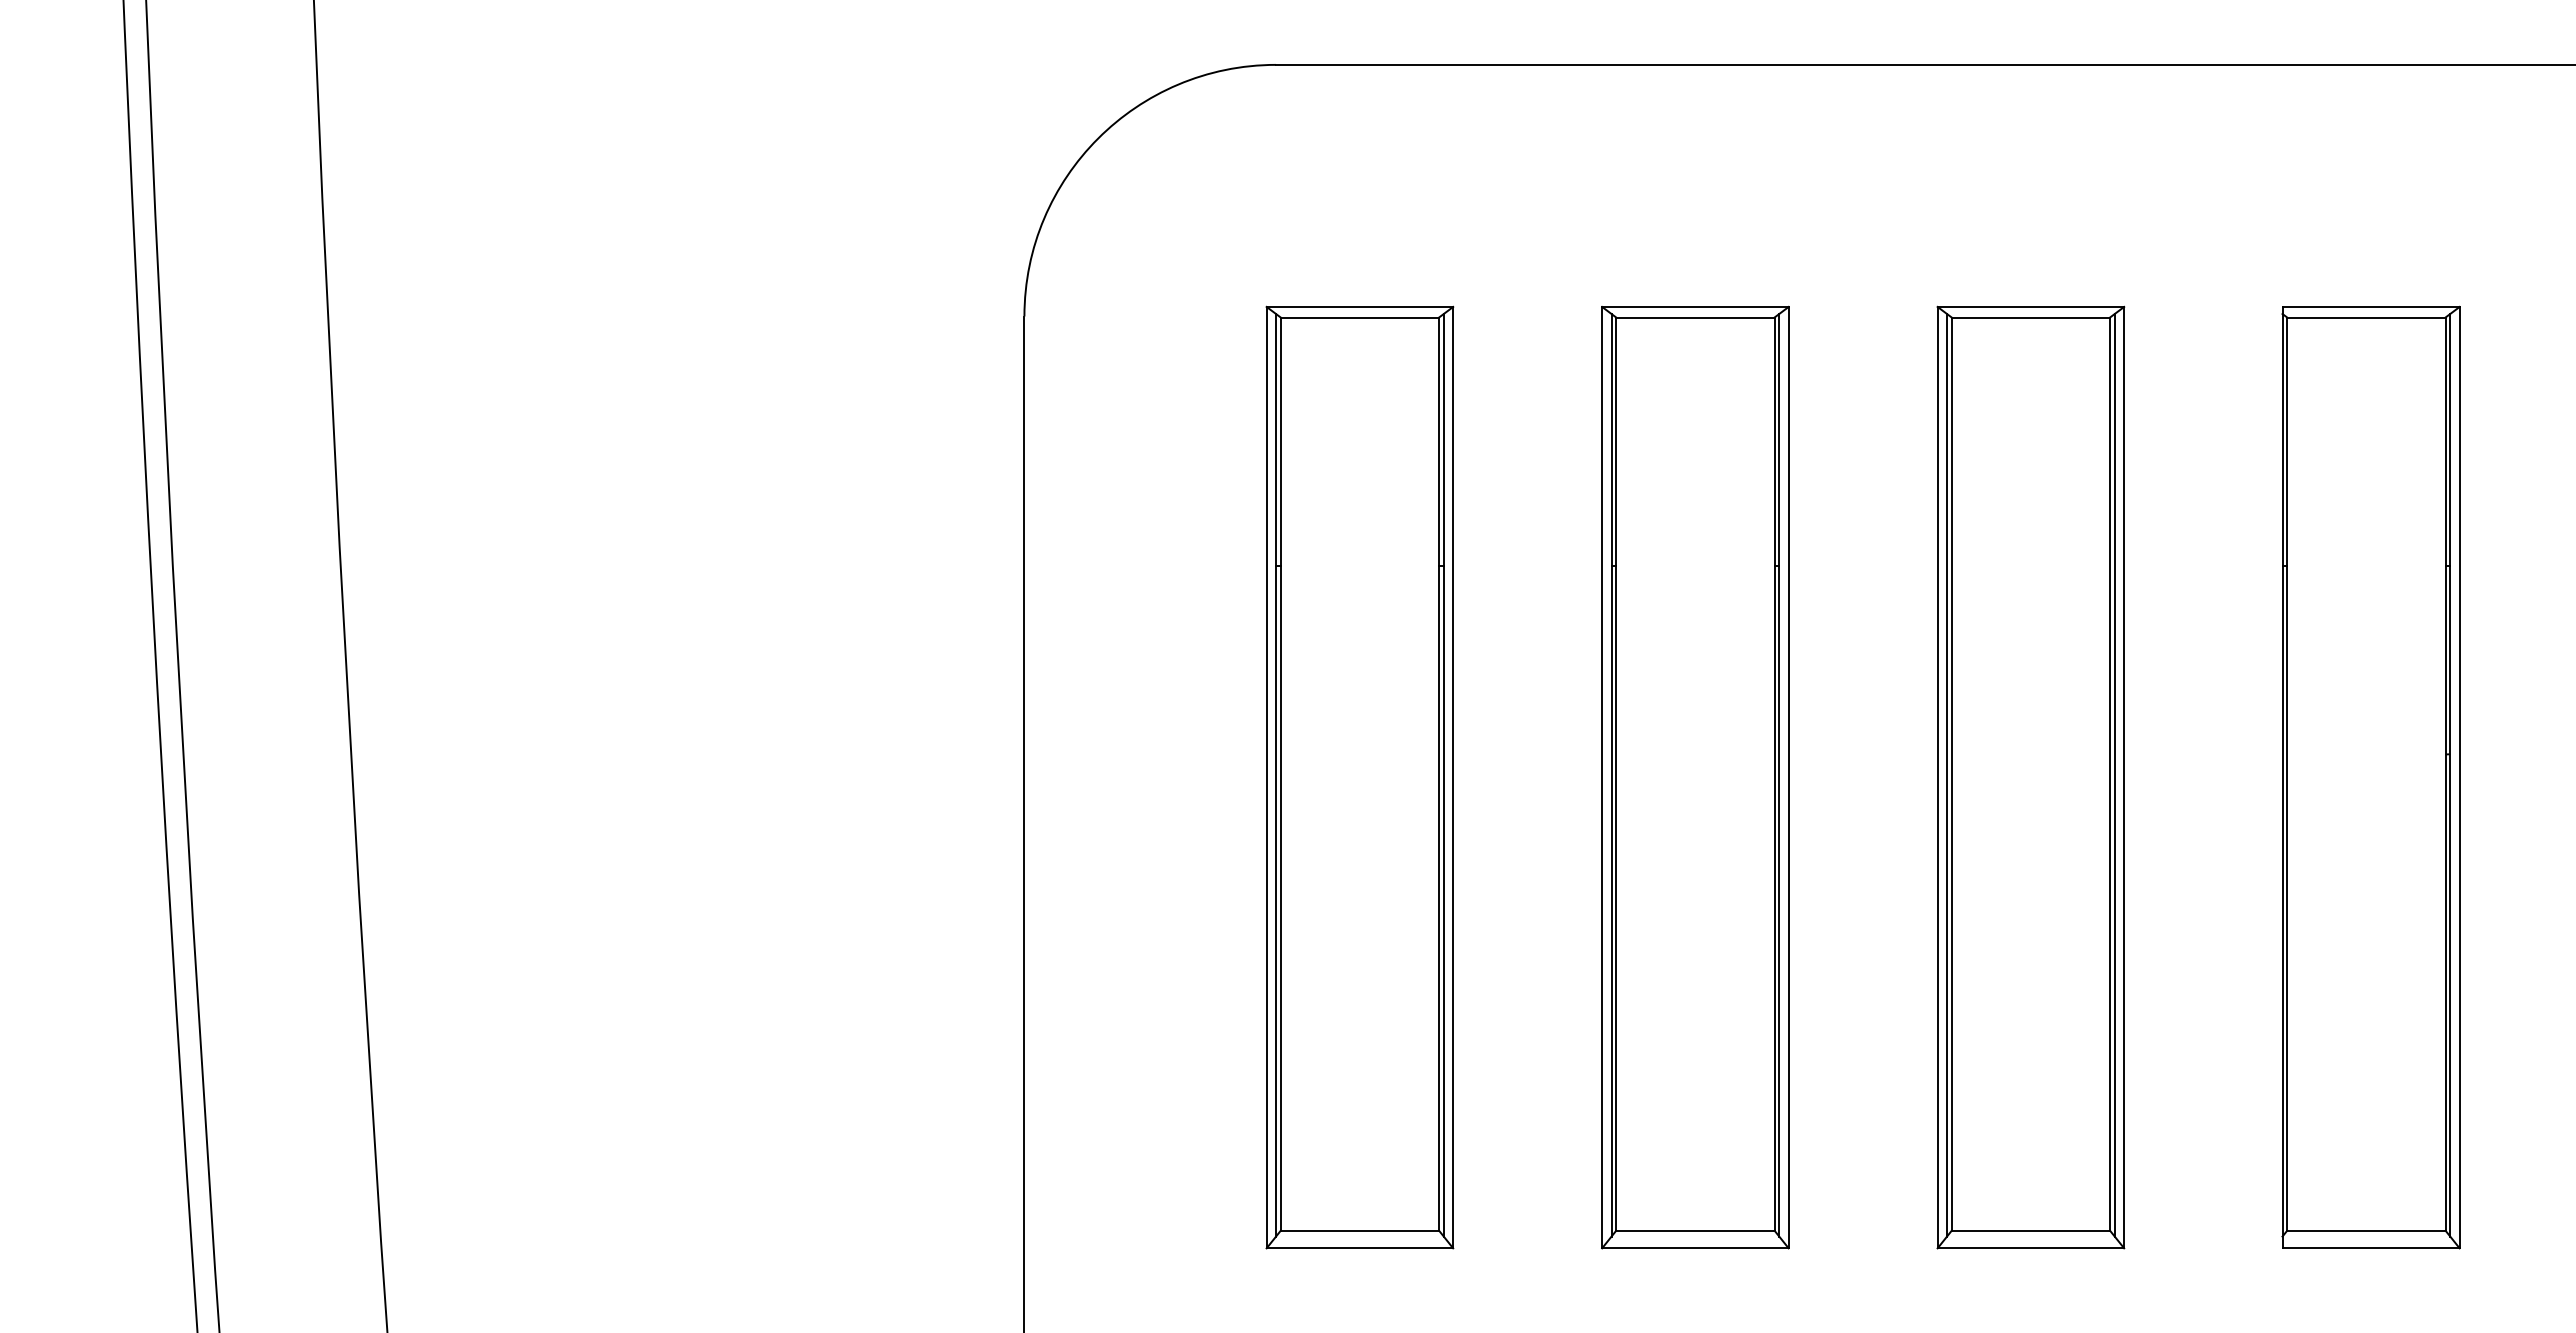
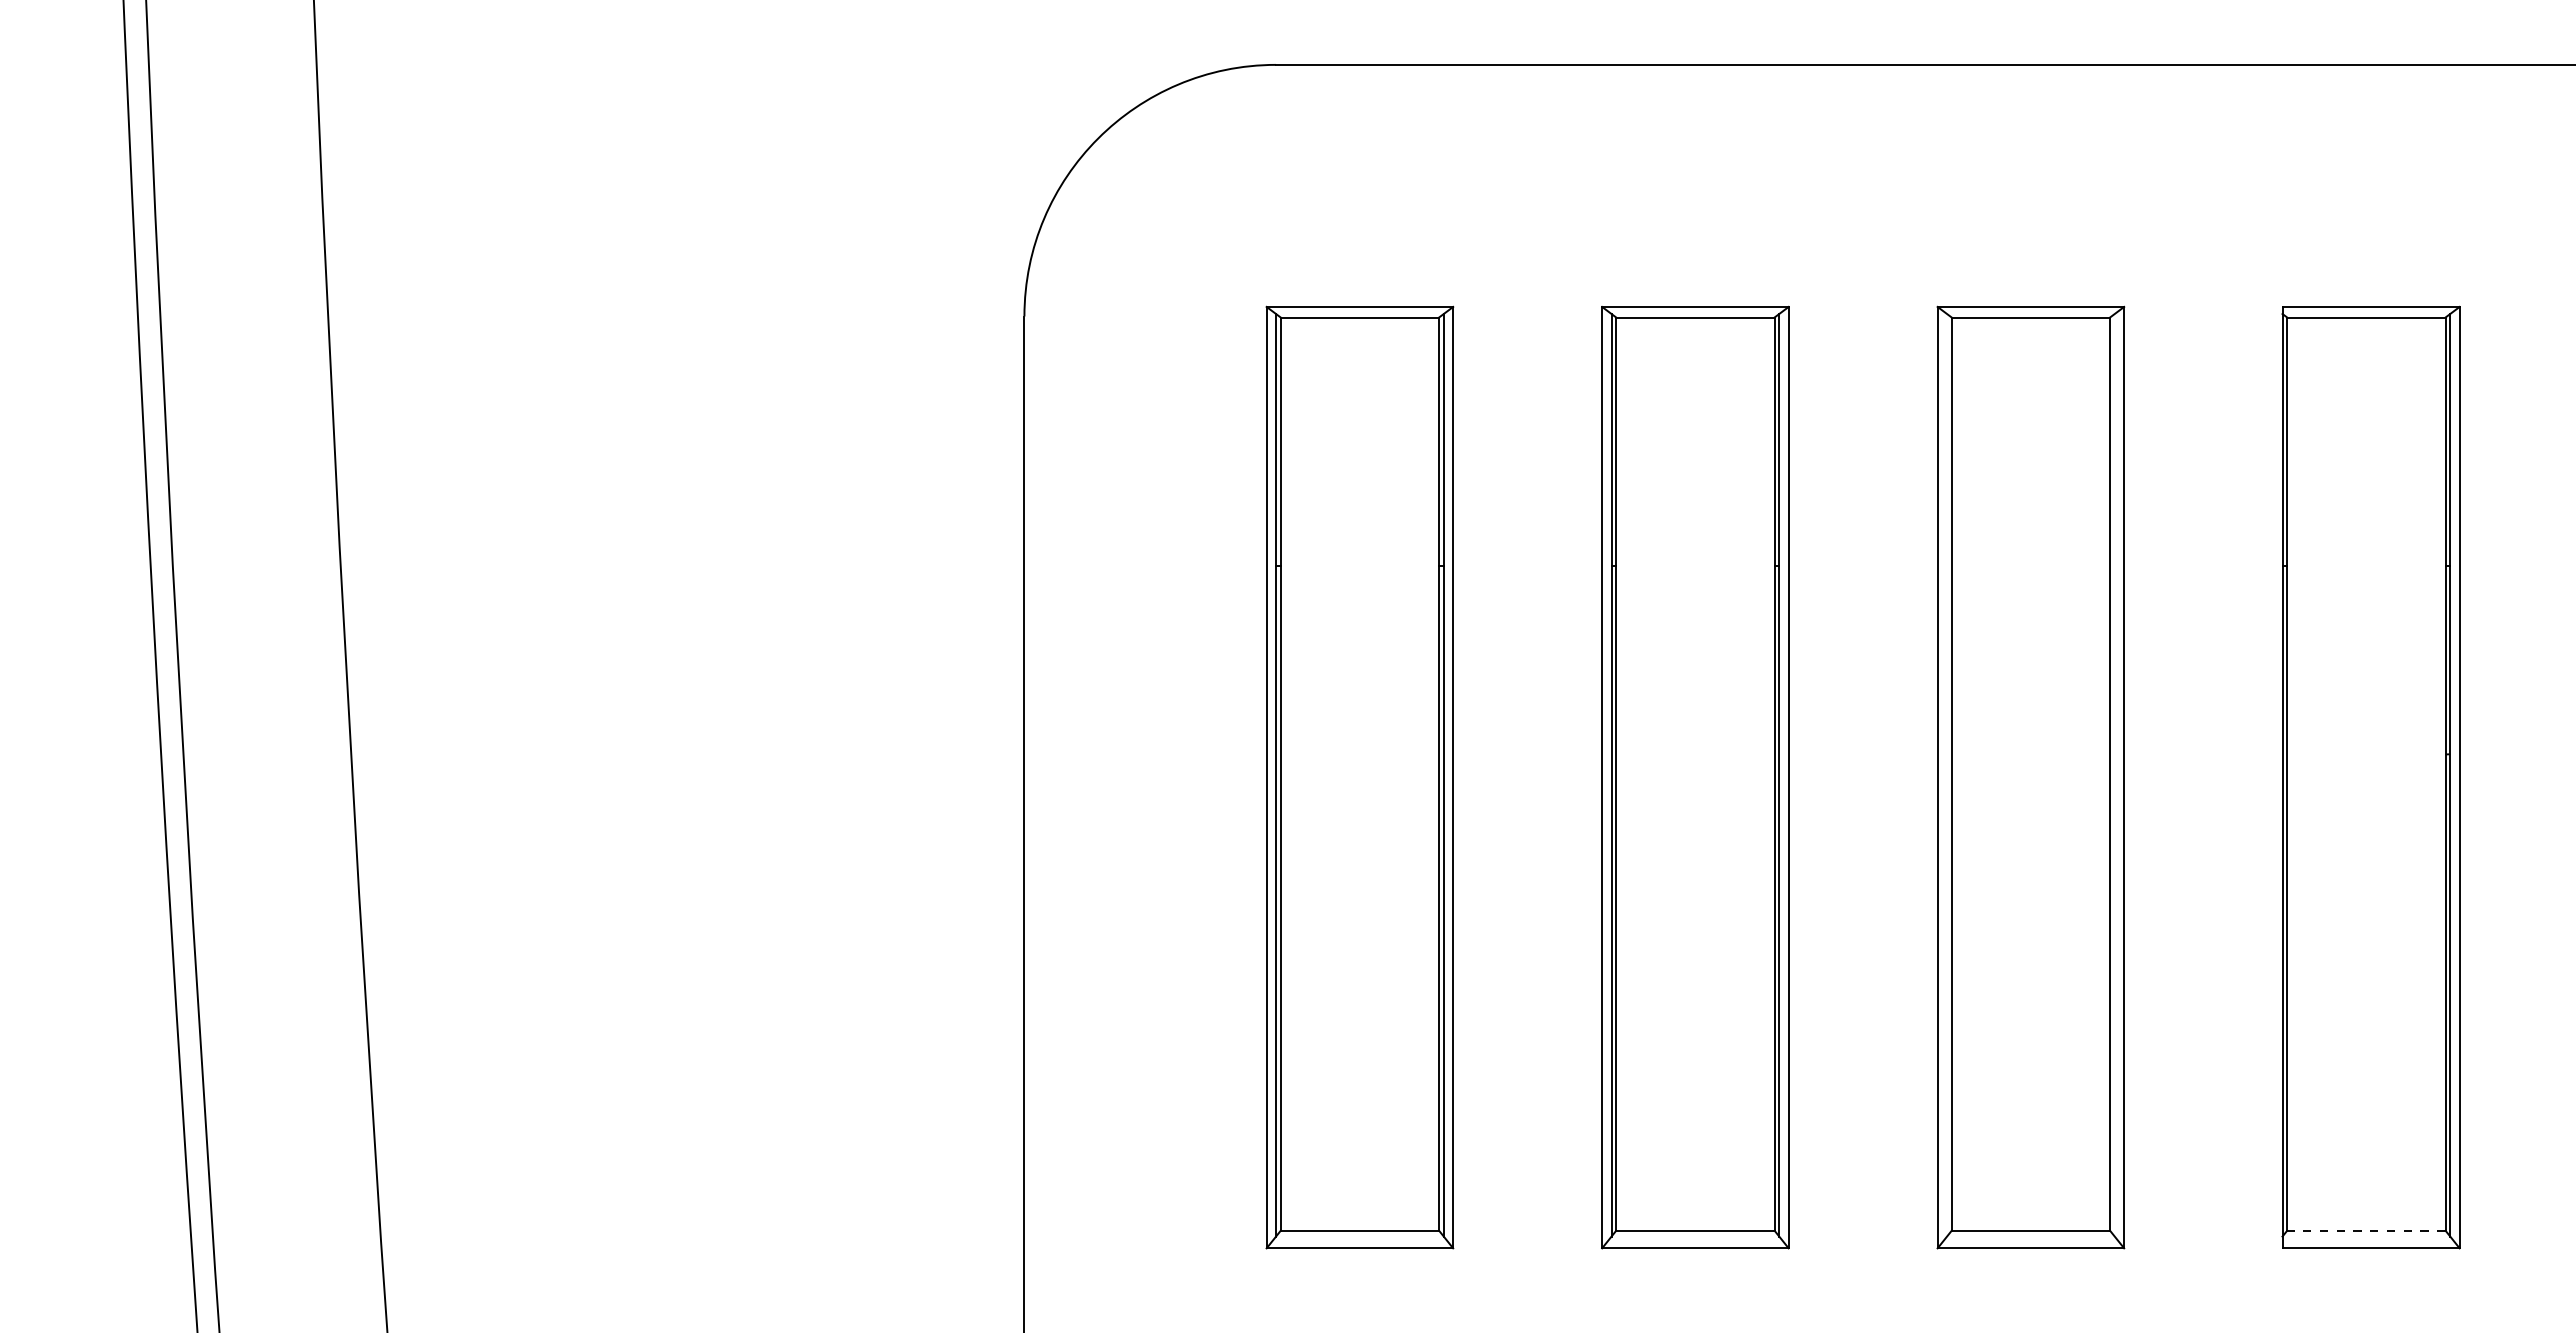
line at (1947, 775): present -> none
line at (2114, 775): present -> none
line at (2365, 1230): solid -> dashed
